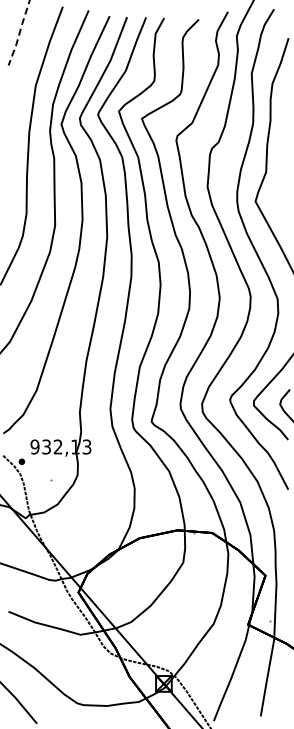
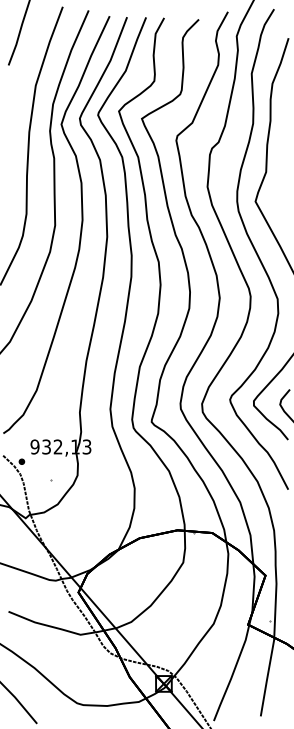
line at (19, 33): dashed -> solid
